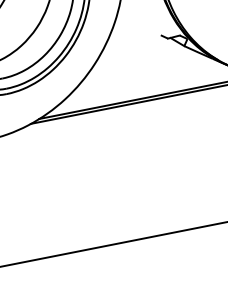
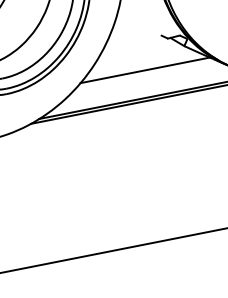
line at (144, 70): none -> present
line at (113, 244) position: (113, 244) -> (113, 250)
